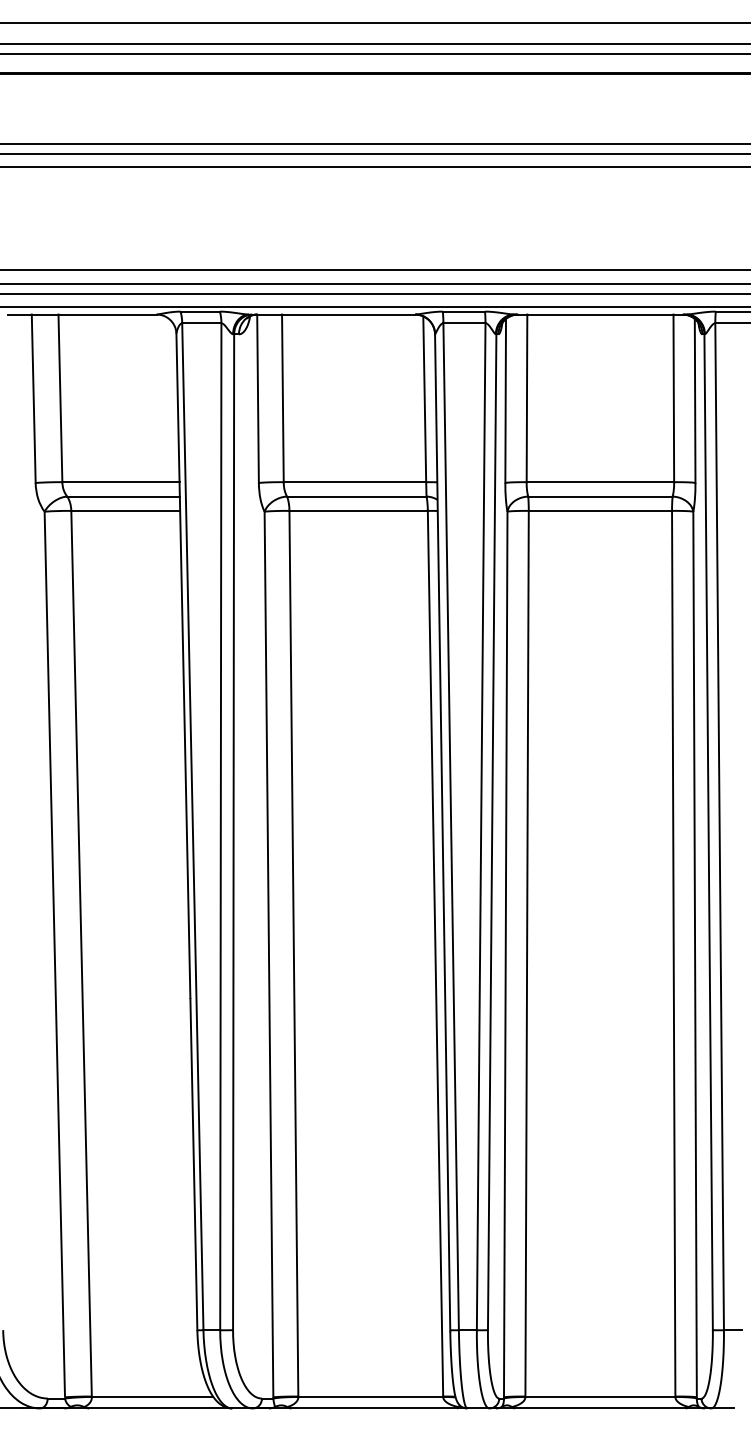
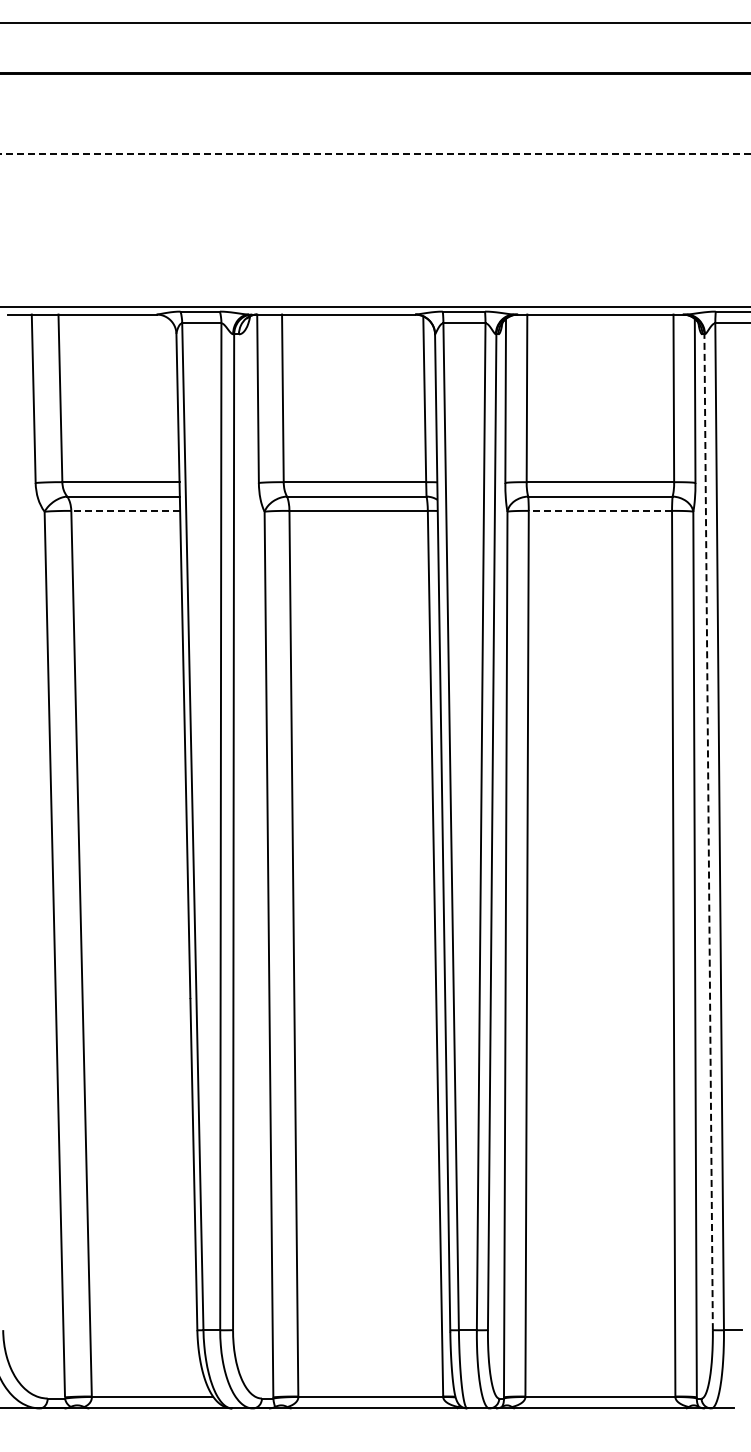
line at (374, 43): present -> none
line at (374, 53): present -> none
line at (374, 144): present -> none
line at (375, 153): solid -> dashed
line at (374, 166): present -> none
line at (374, 269): present -> none
line at (374, 284): present -> none
line at (374, 293): present -> none
line at (125, 510): solid -> dashed
line at (600, 510): solid -> dashed
line at (708, 832): solid -> dashed
